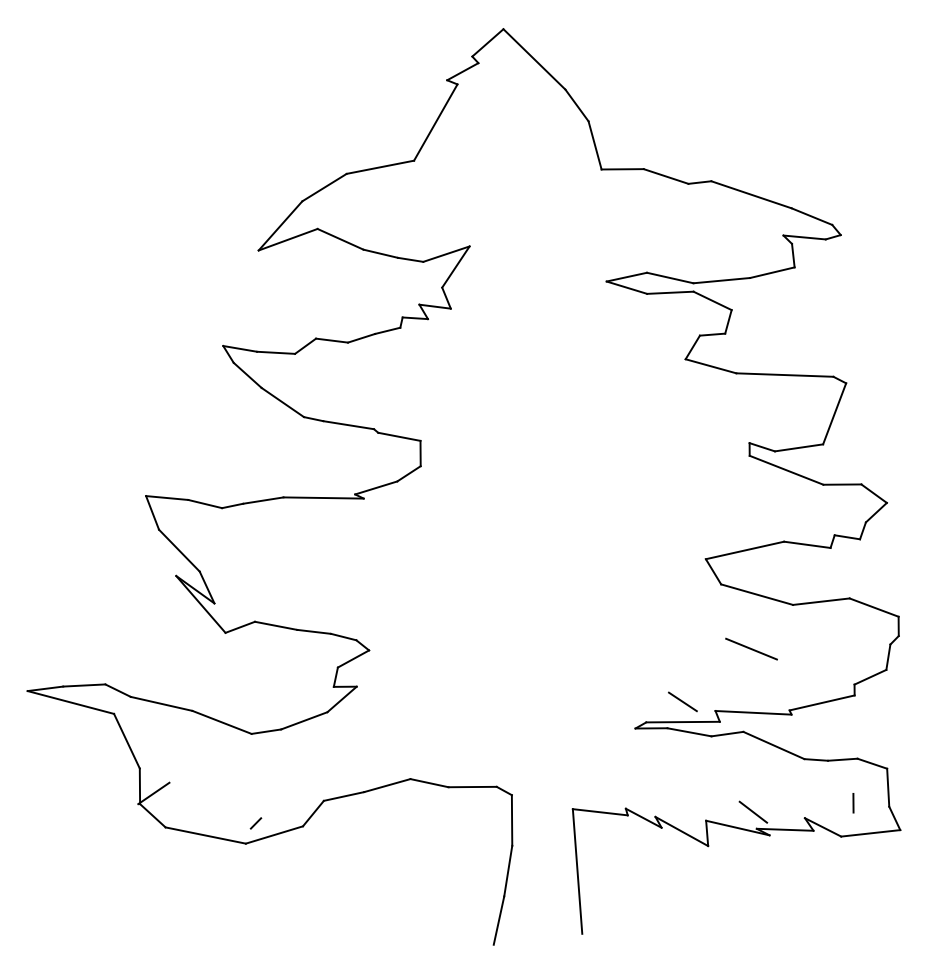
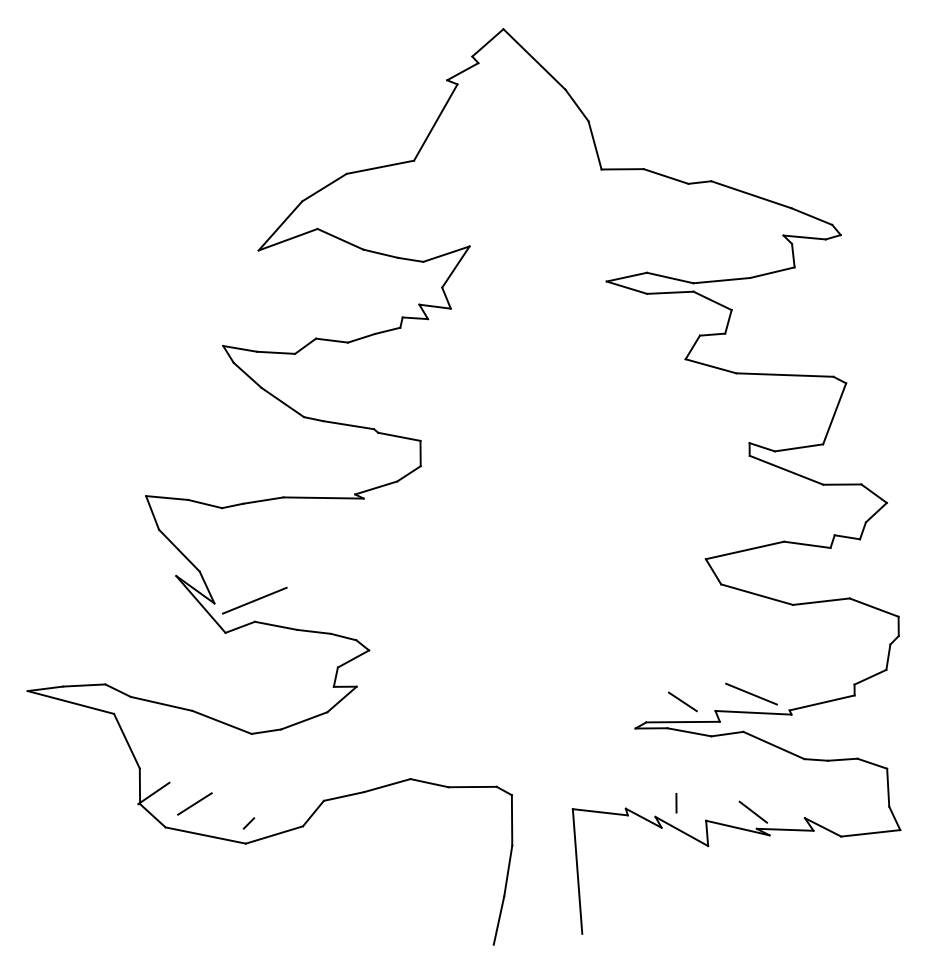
line at (254, 600): none -> present
line at (751, 648) position: (751, 648) -> (751, 693)
line at (194, 803): none -> present
line at (853, 803) position: (853, 803) -> (676, 803)
line at (255, 823) position: (255, 823) -> (248, 823)
